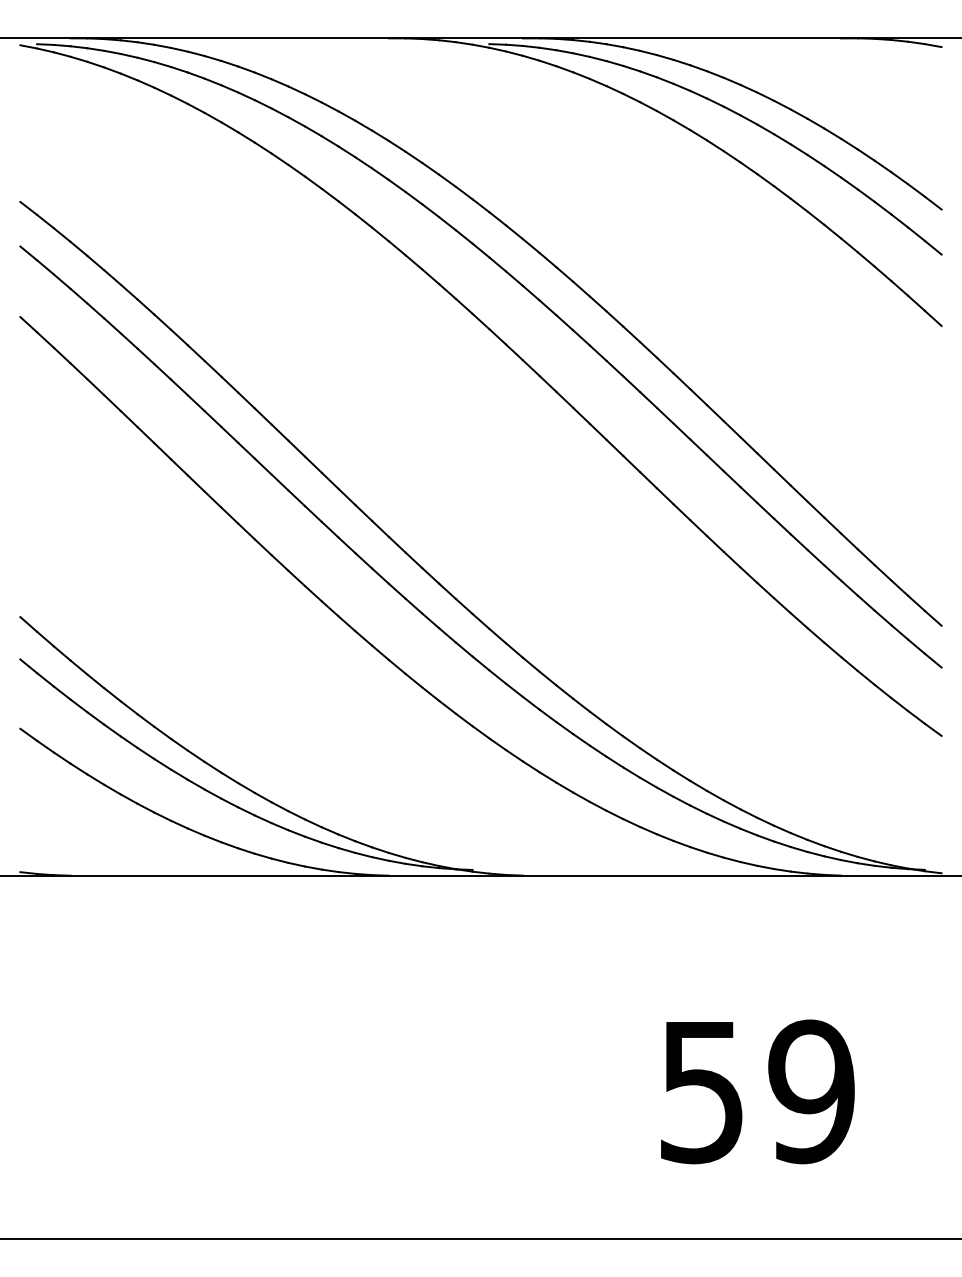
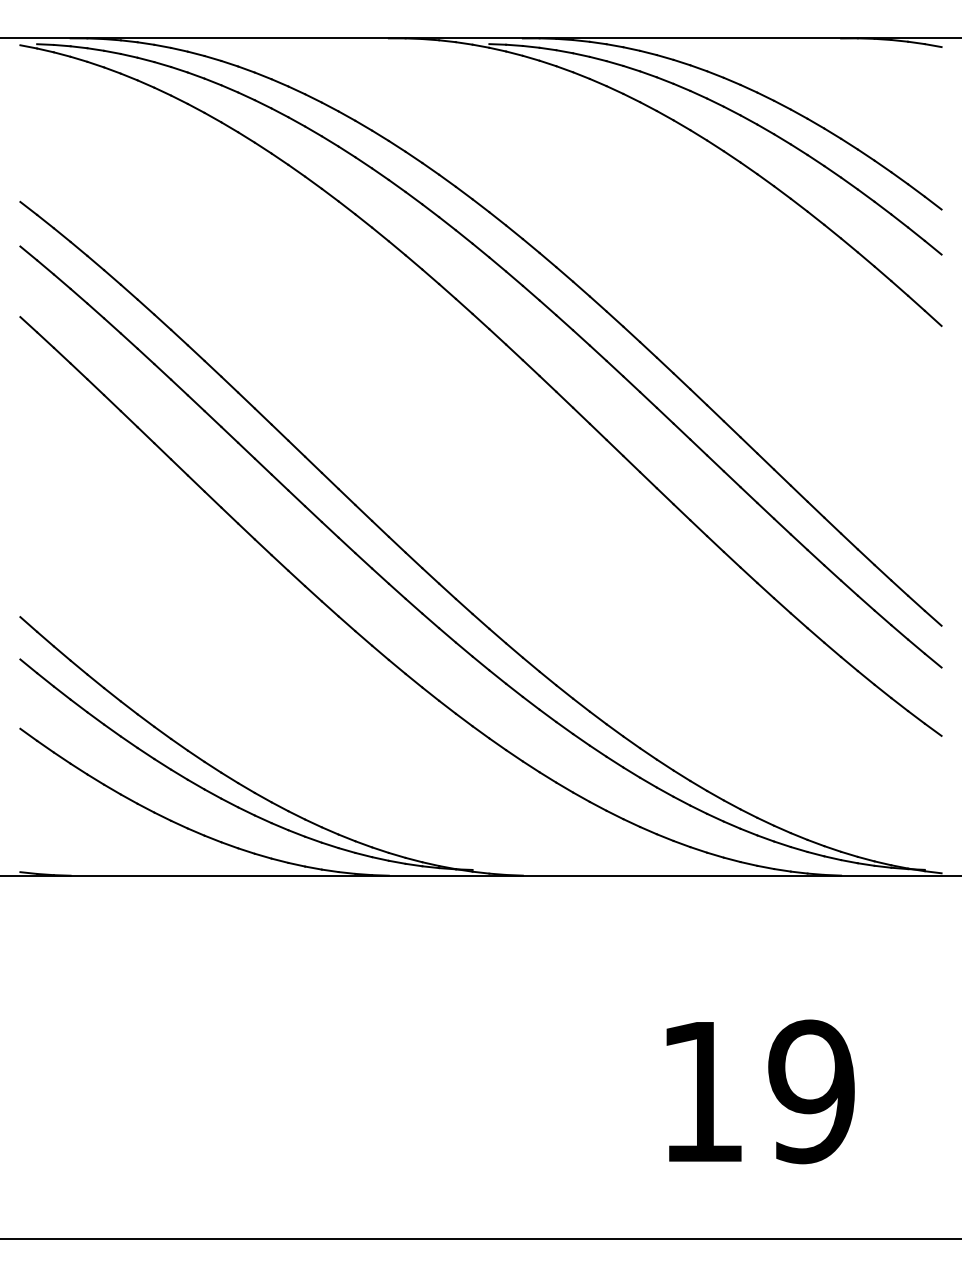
text at (701, 1093): 59 -> 19
